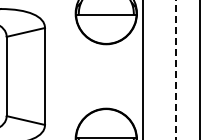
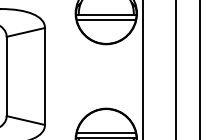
line at (105, 19): none -> present
line at (176, 69): dashed -> solid
line at (105, 133): none -> present
